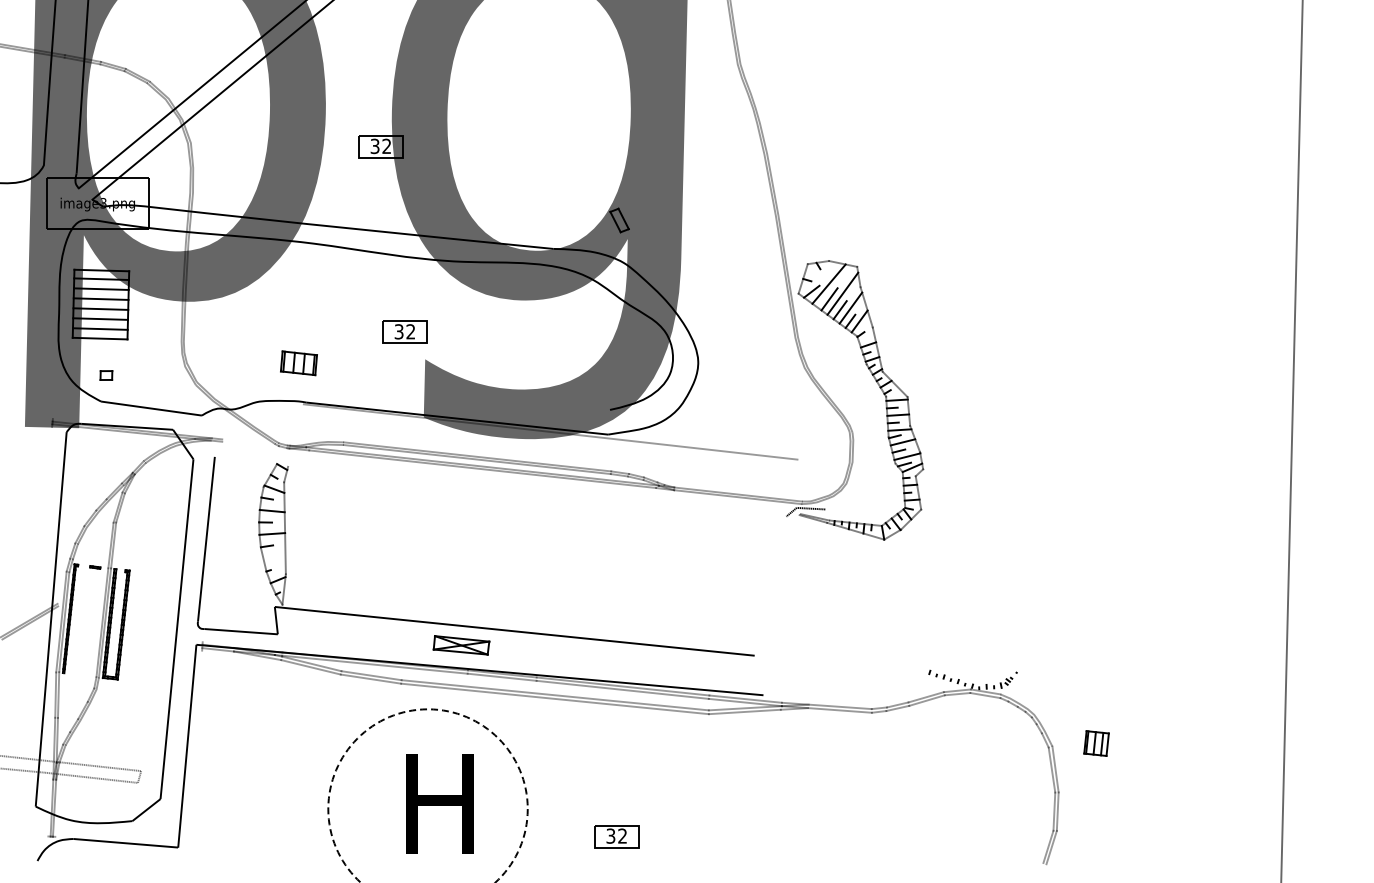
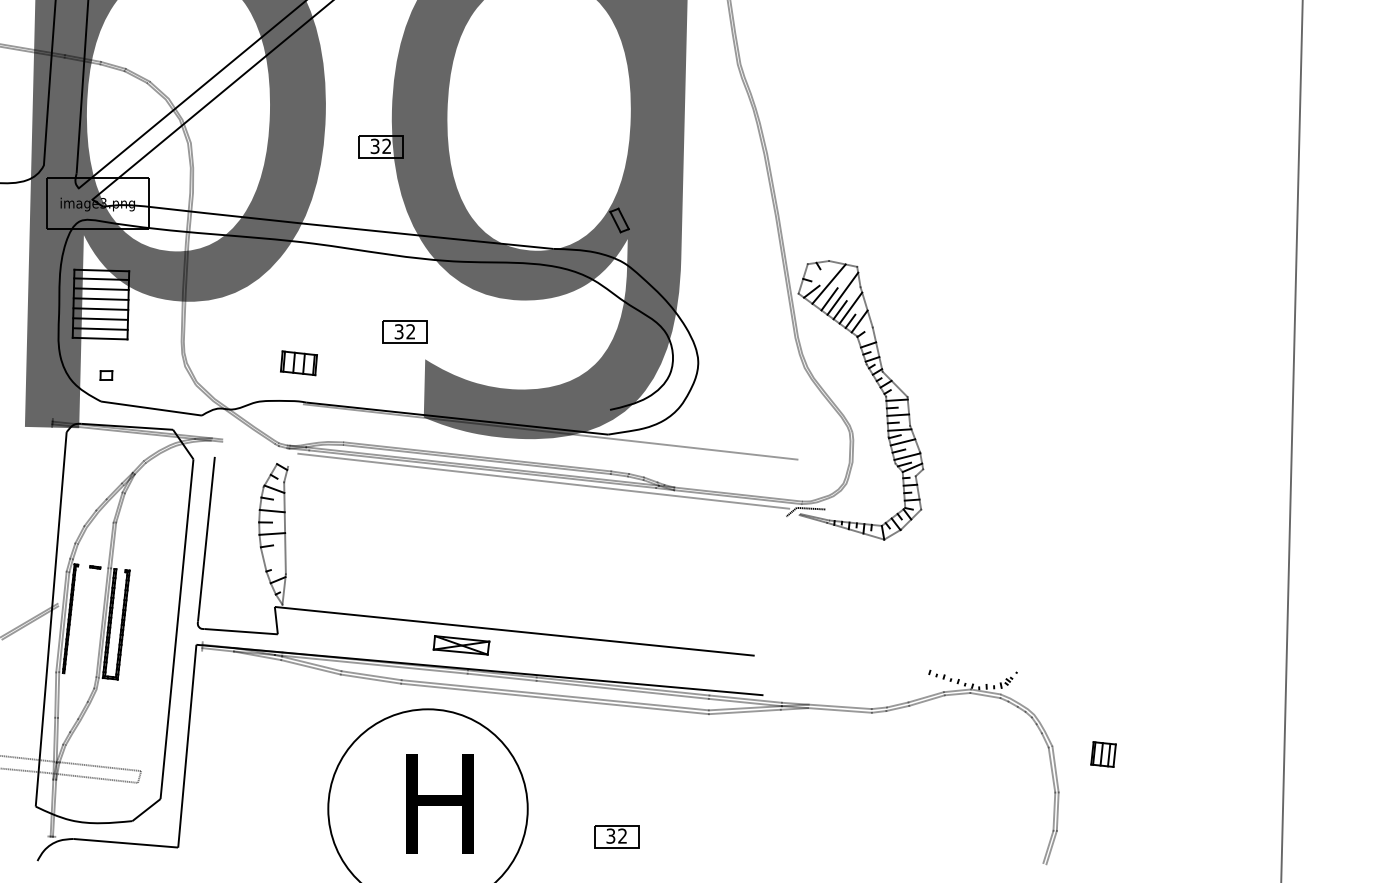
line at (543, 480): none -> present
part at (1096, 743) position: (1096, 743) -> (1103, 754)
circle at (427, 795): dashed -> solid
